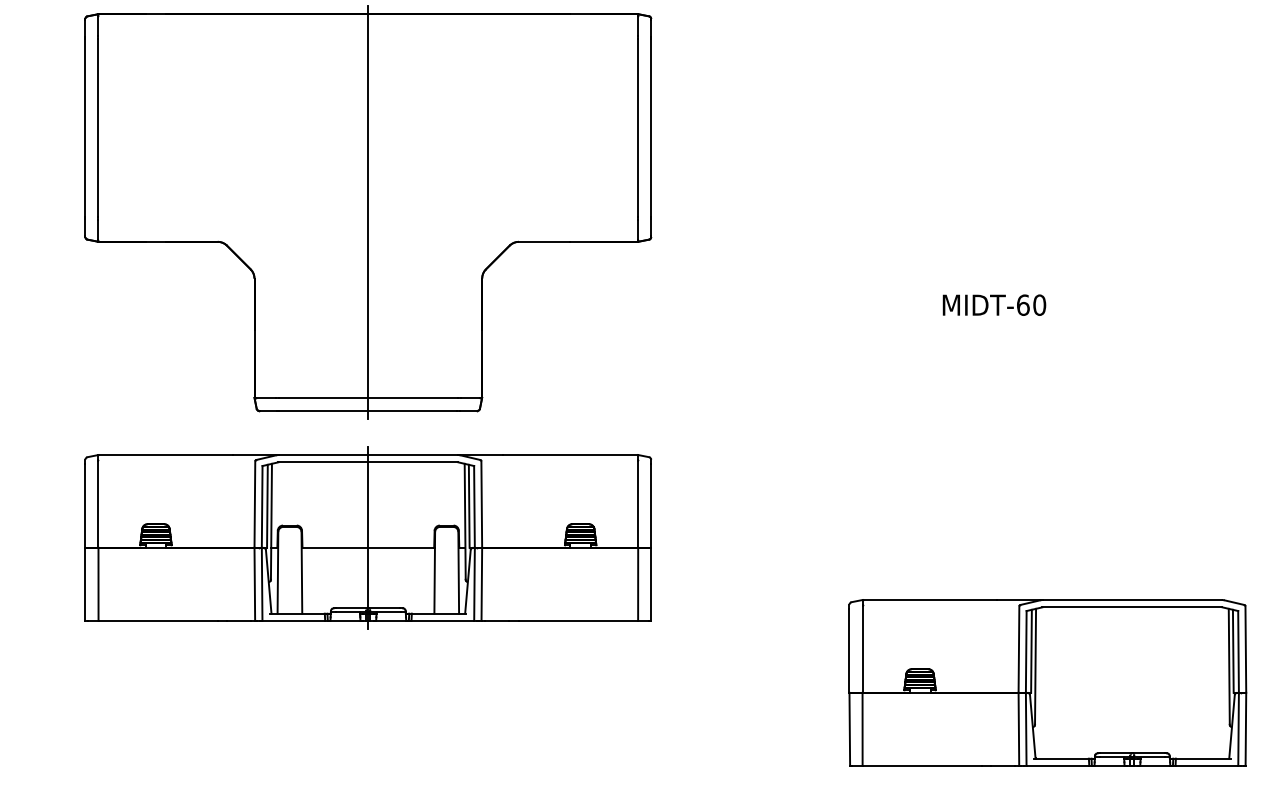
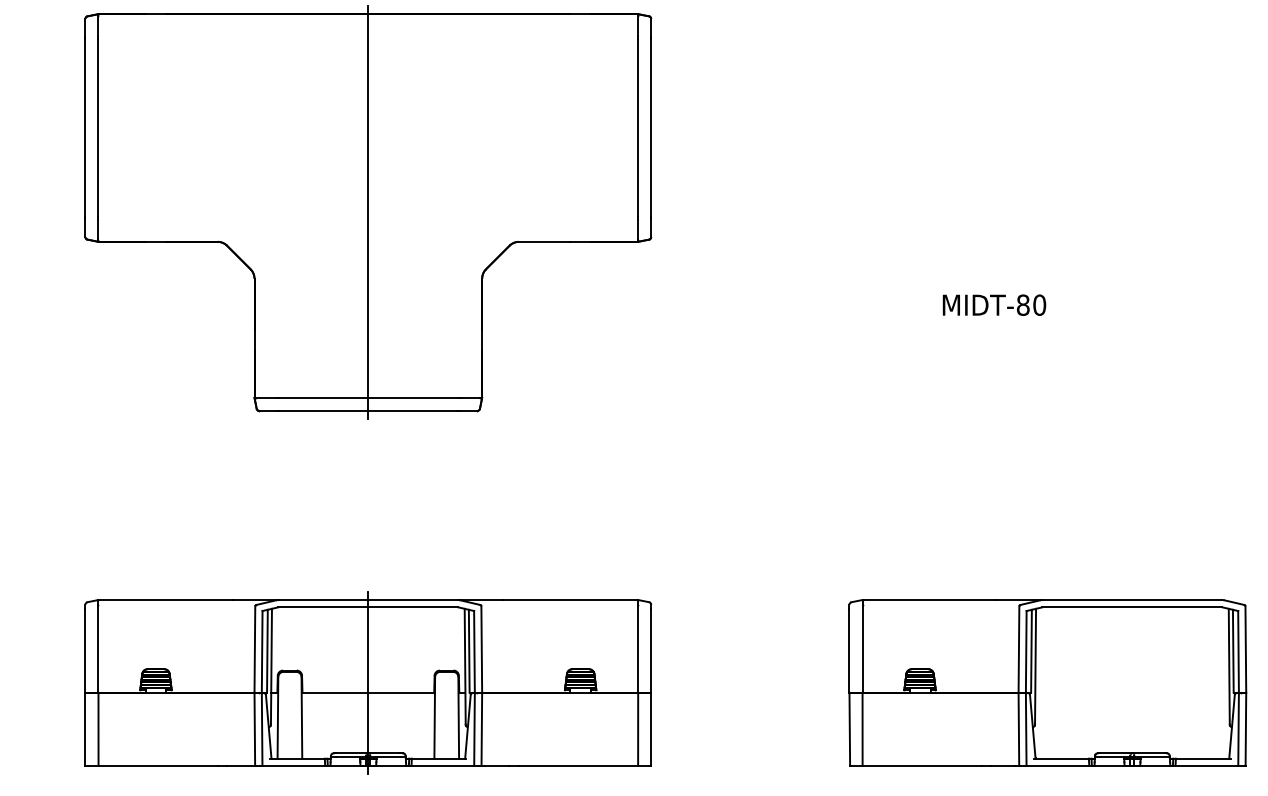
text at (1023, 304): MIDT-60 -> MIDT-80
part at (367, 537) position: (367, 537) -> (367, 682)
